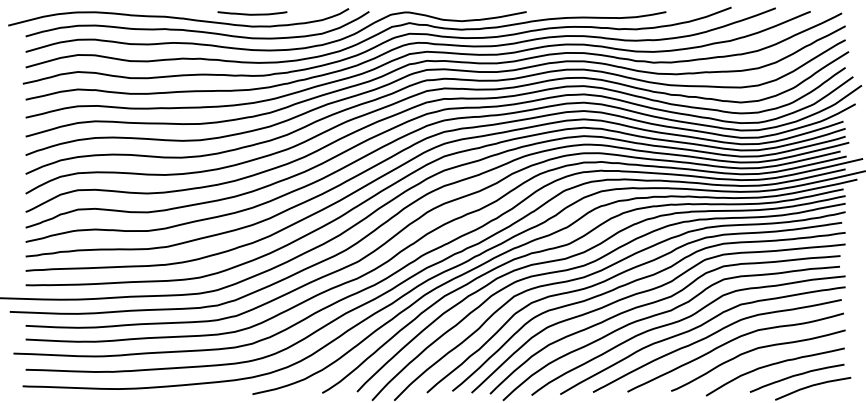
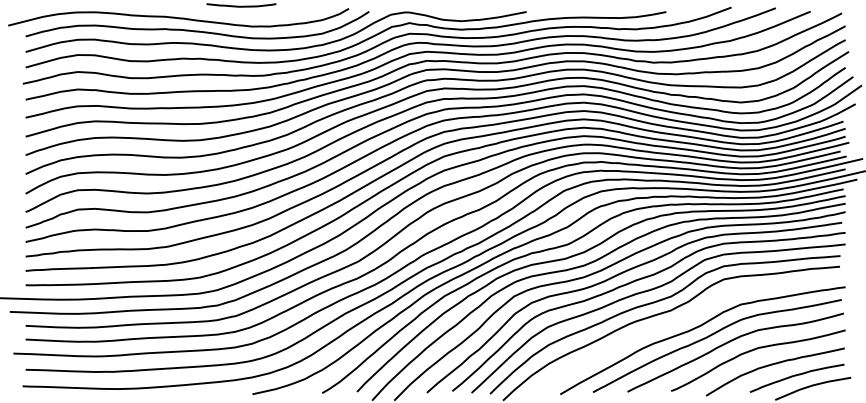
curve at (252, 13) position: (252, 13) -> (241, 5)
curve at (681, 321): present -> none
